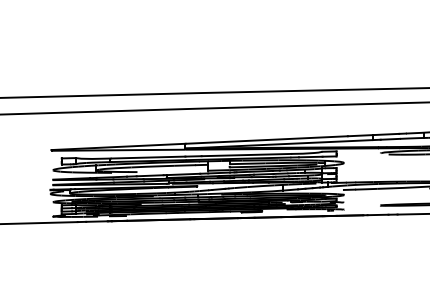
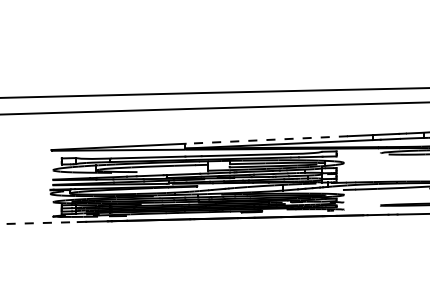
line at (266, 140): solid -> dashed
line at (39, 223): solid -> dashed
